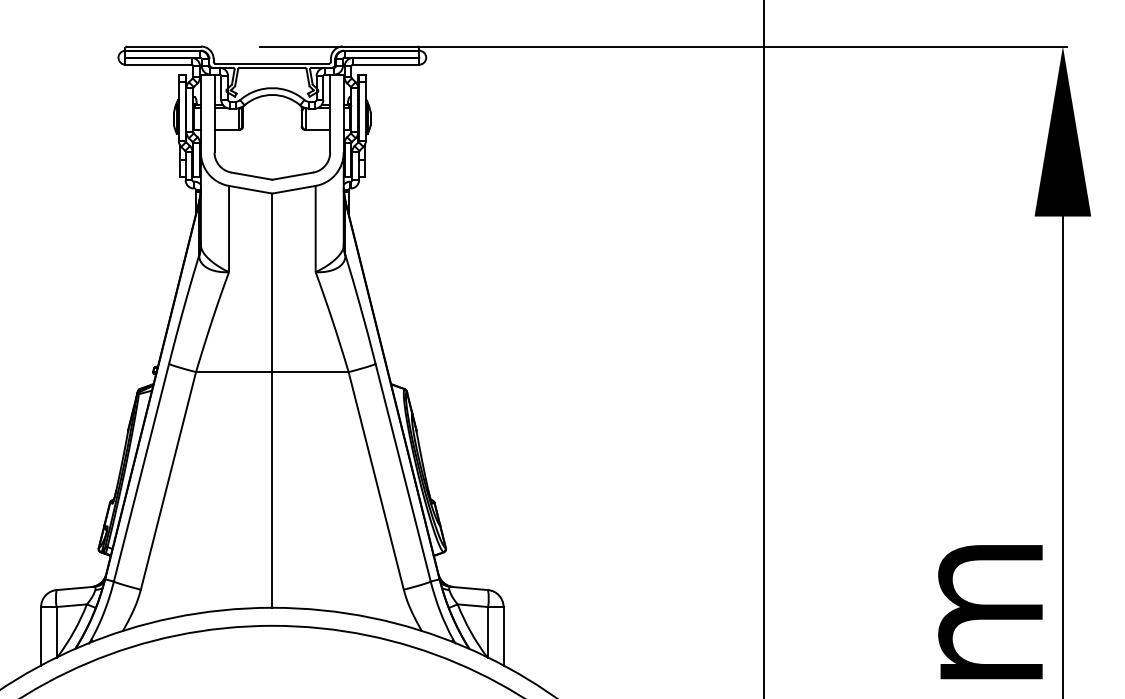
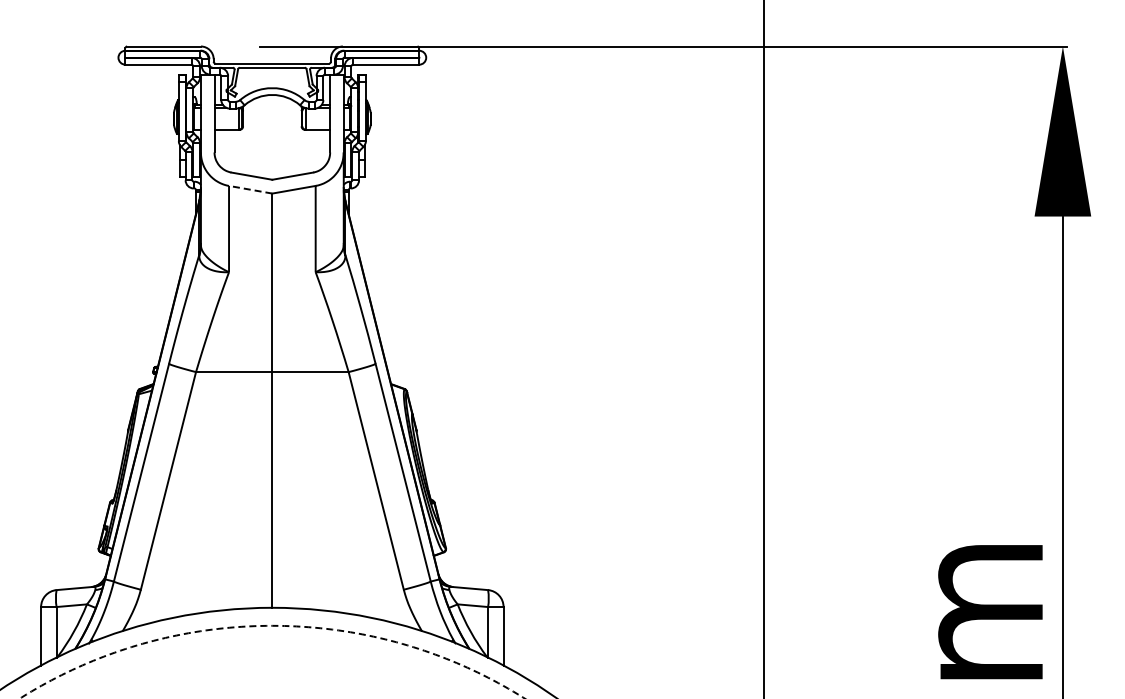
line at (250, 189): solid -> dashed
circle at (272, 661): solid -> dashed
